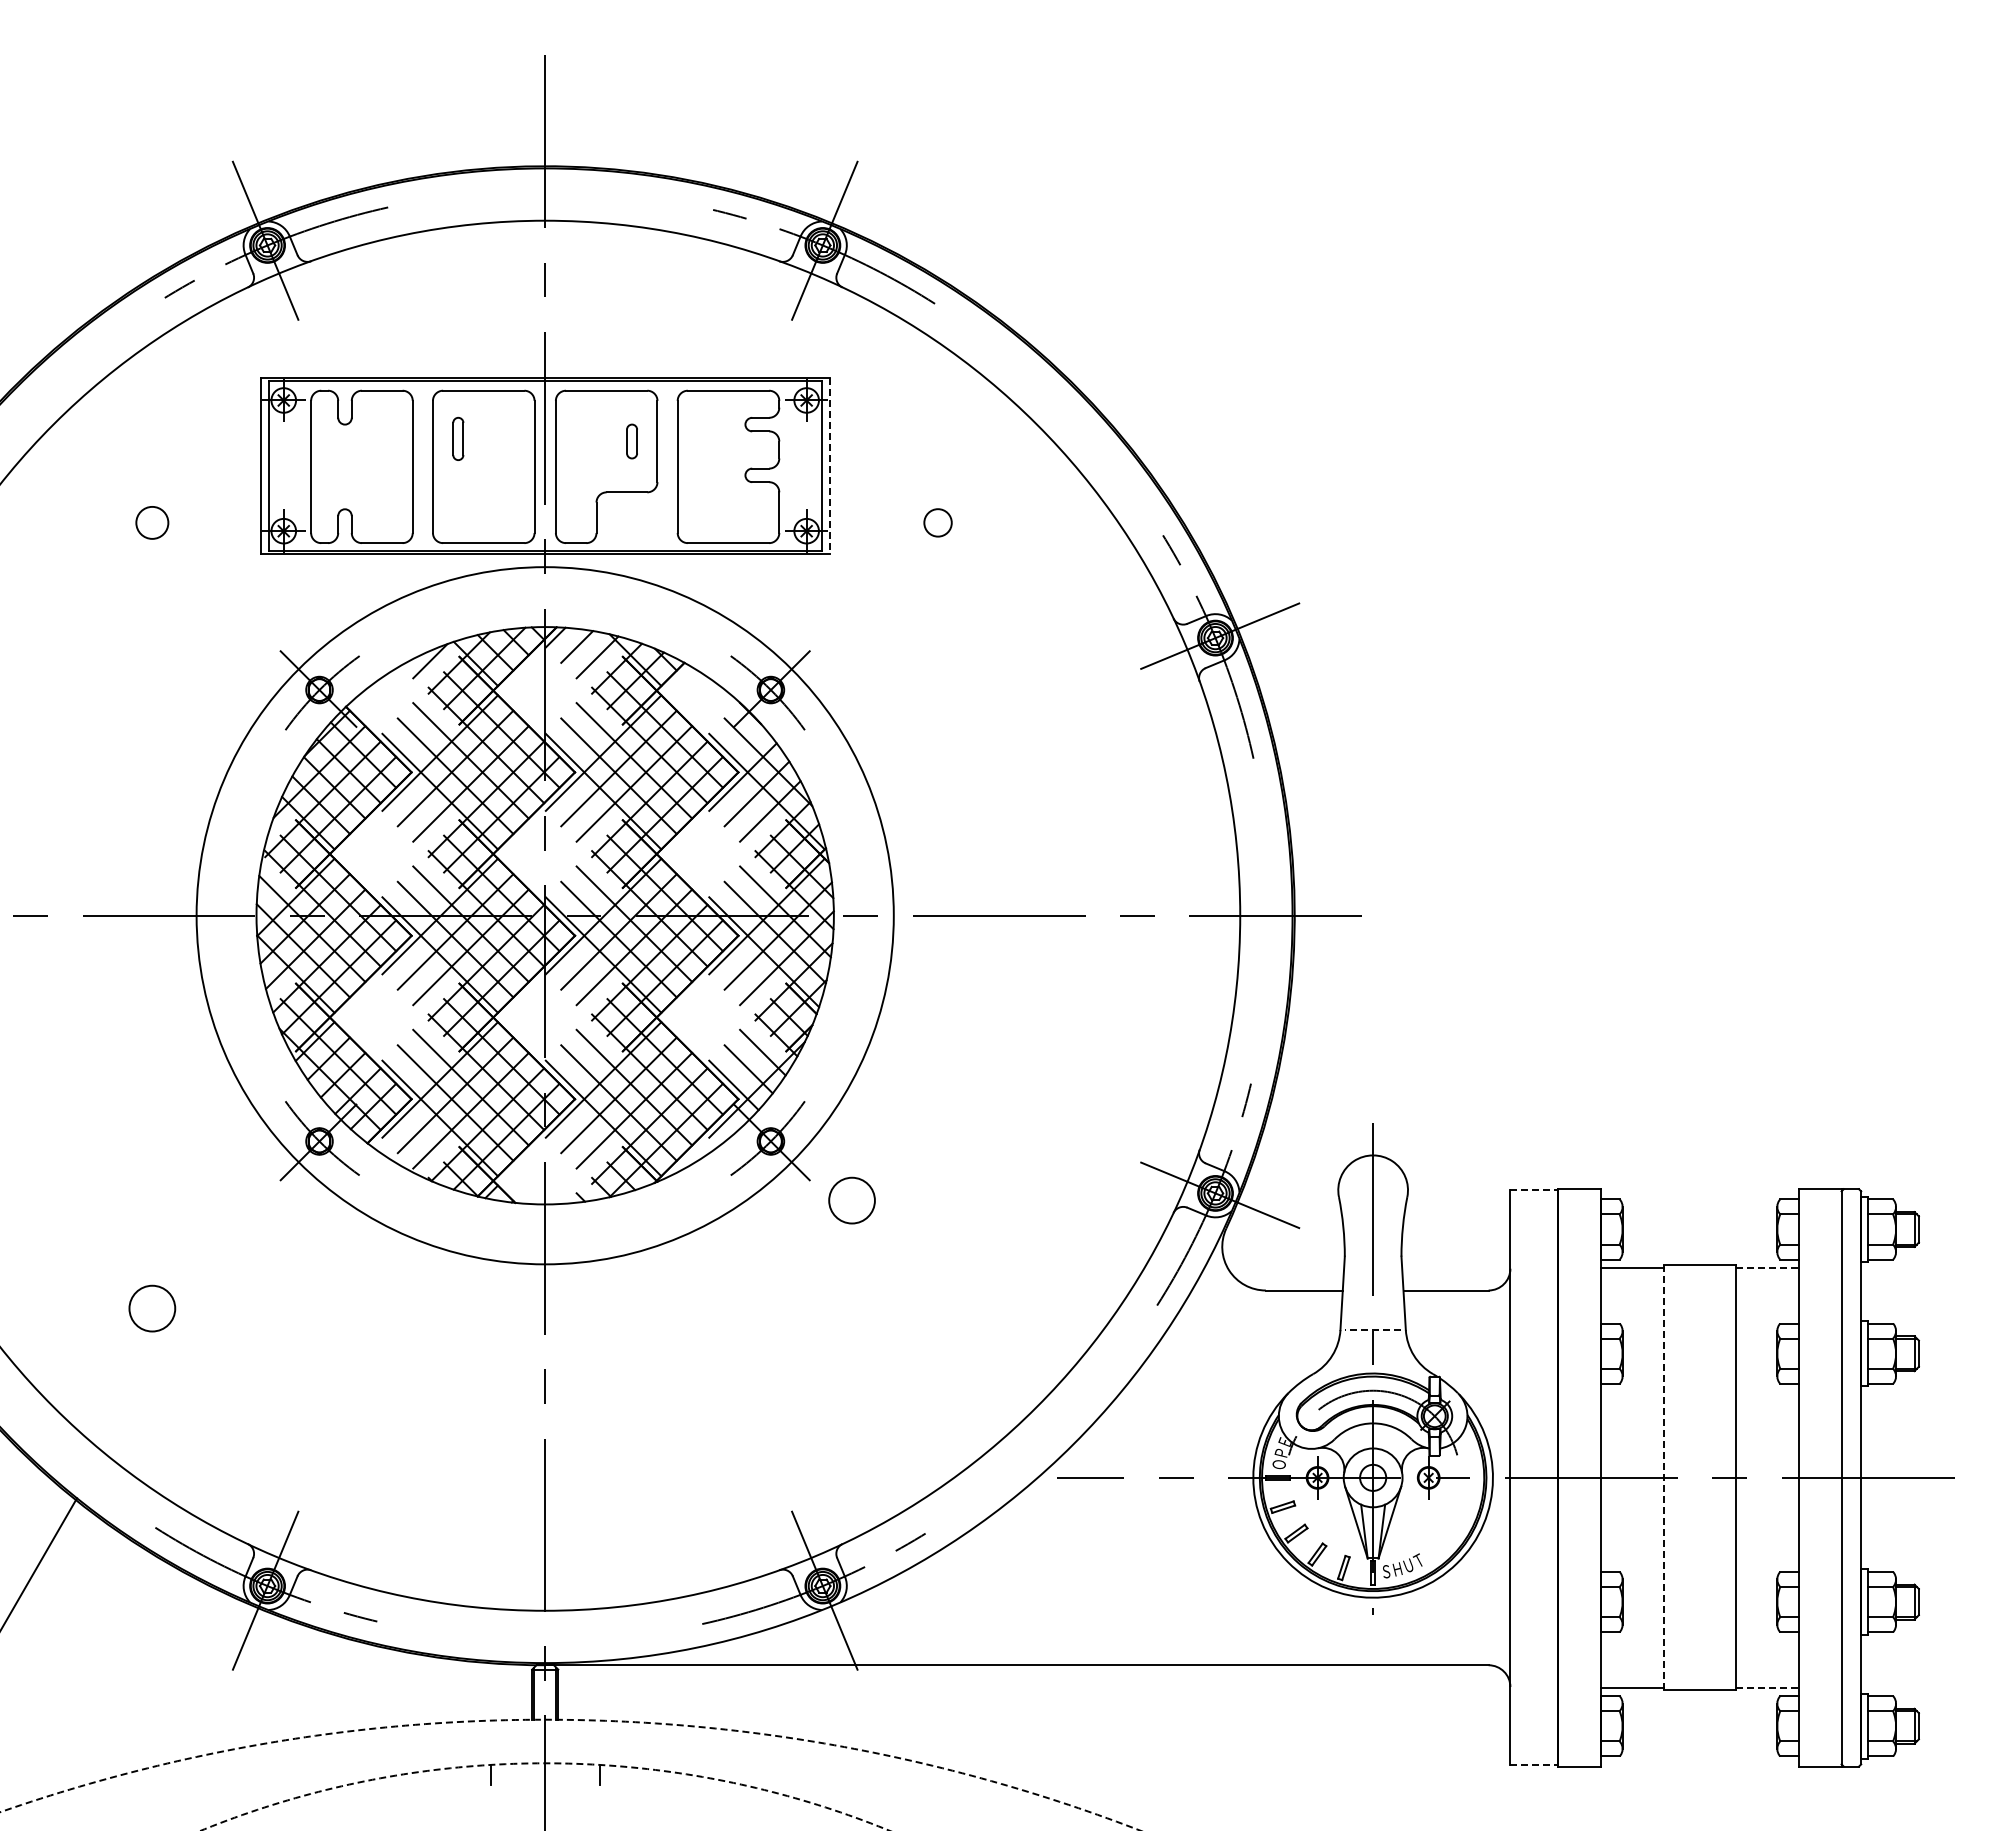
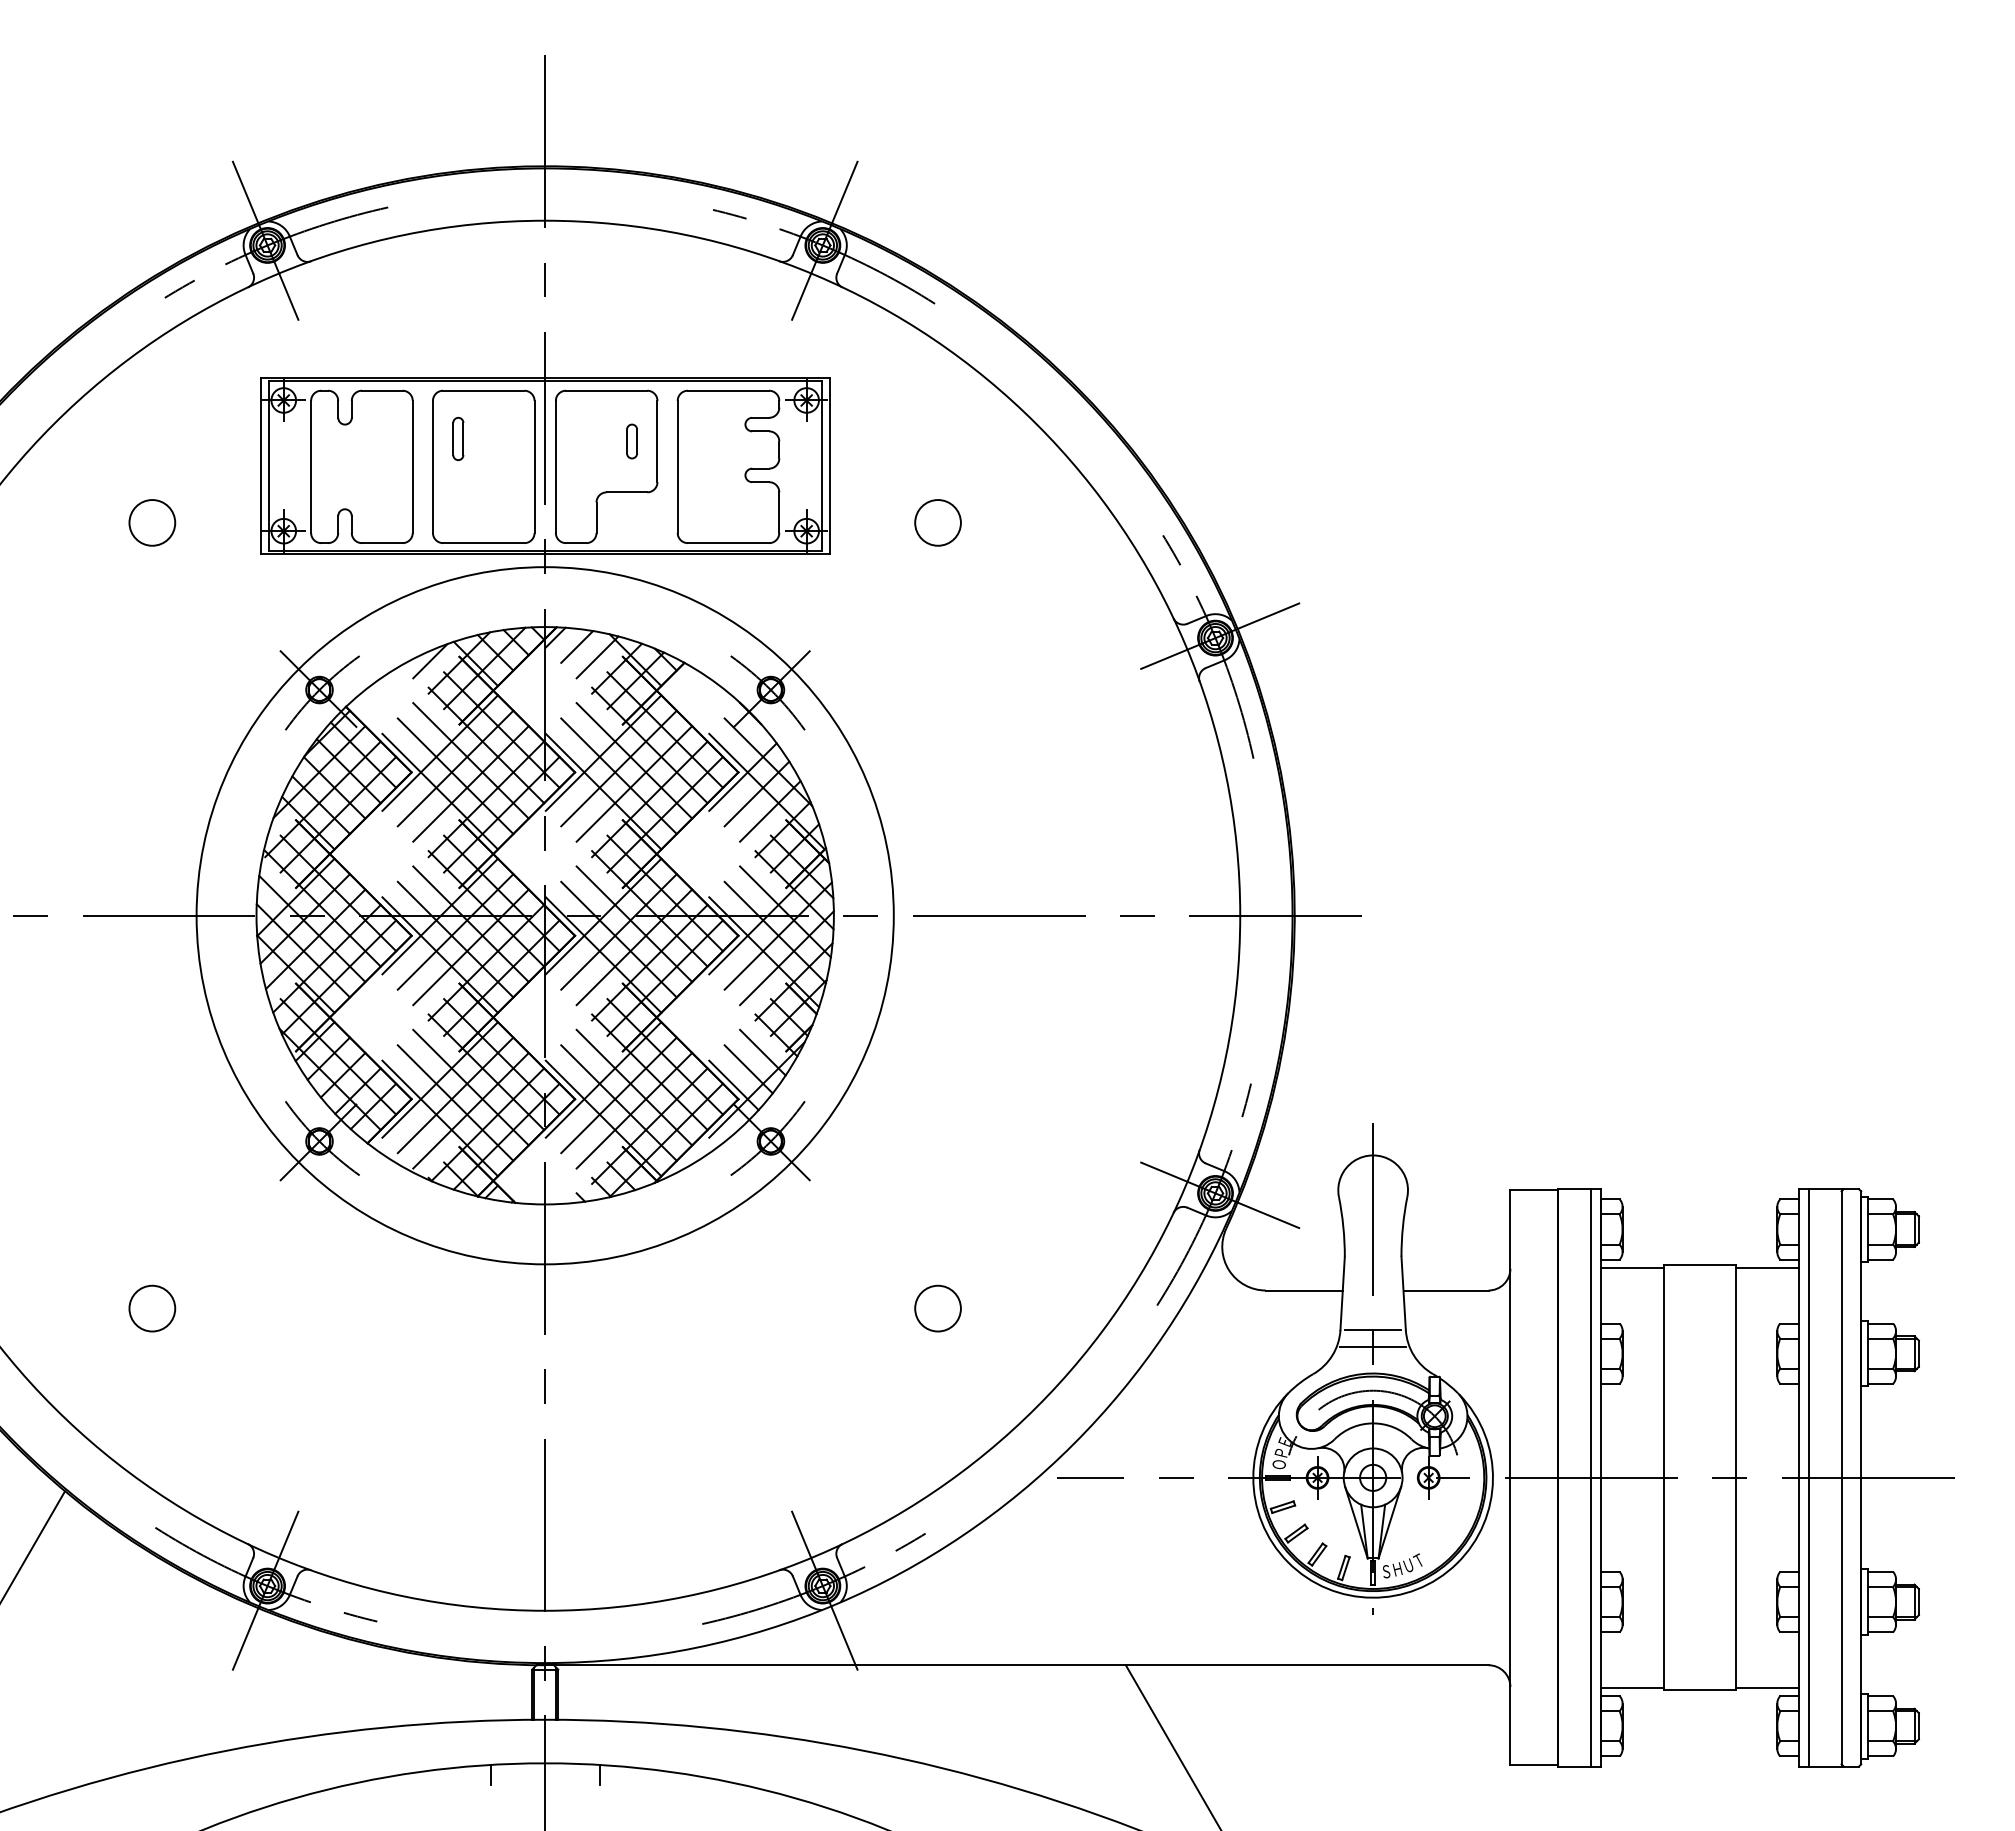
line at (829, 466): dashed -> solid
circle at (152, 522) diameter: 32 px -> 46 px
circle at (937, 522) diameter: 27 px -> 46 px
line at (1534, 1190): dashed -> solid
circle at (851, 1200) position: (851, 1200) -> (937, 1308)
line at (1767, 1267): dashed -> solid
line at (1372, 1329): dashed -> solid
line at (1372, 1347): none -> present
line at (1591, 1477): none -> present
line at (1808, 1477): none -> present
line at (1664, 1478): dashed -> solid
line at (39, 1562) position: (39, 1562) -> (33, 1545)
line at (1767, 1688): dashed -> solid
arc at (571, 1720): dashed -> solid
line at (1172, 1746): none -> present
arc at (545, 1763): dashed -> solid
line at (1534, 1765): dashed -> solid
